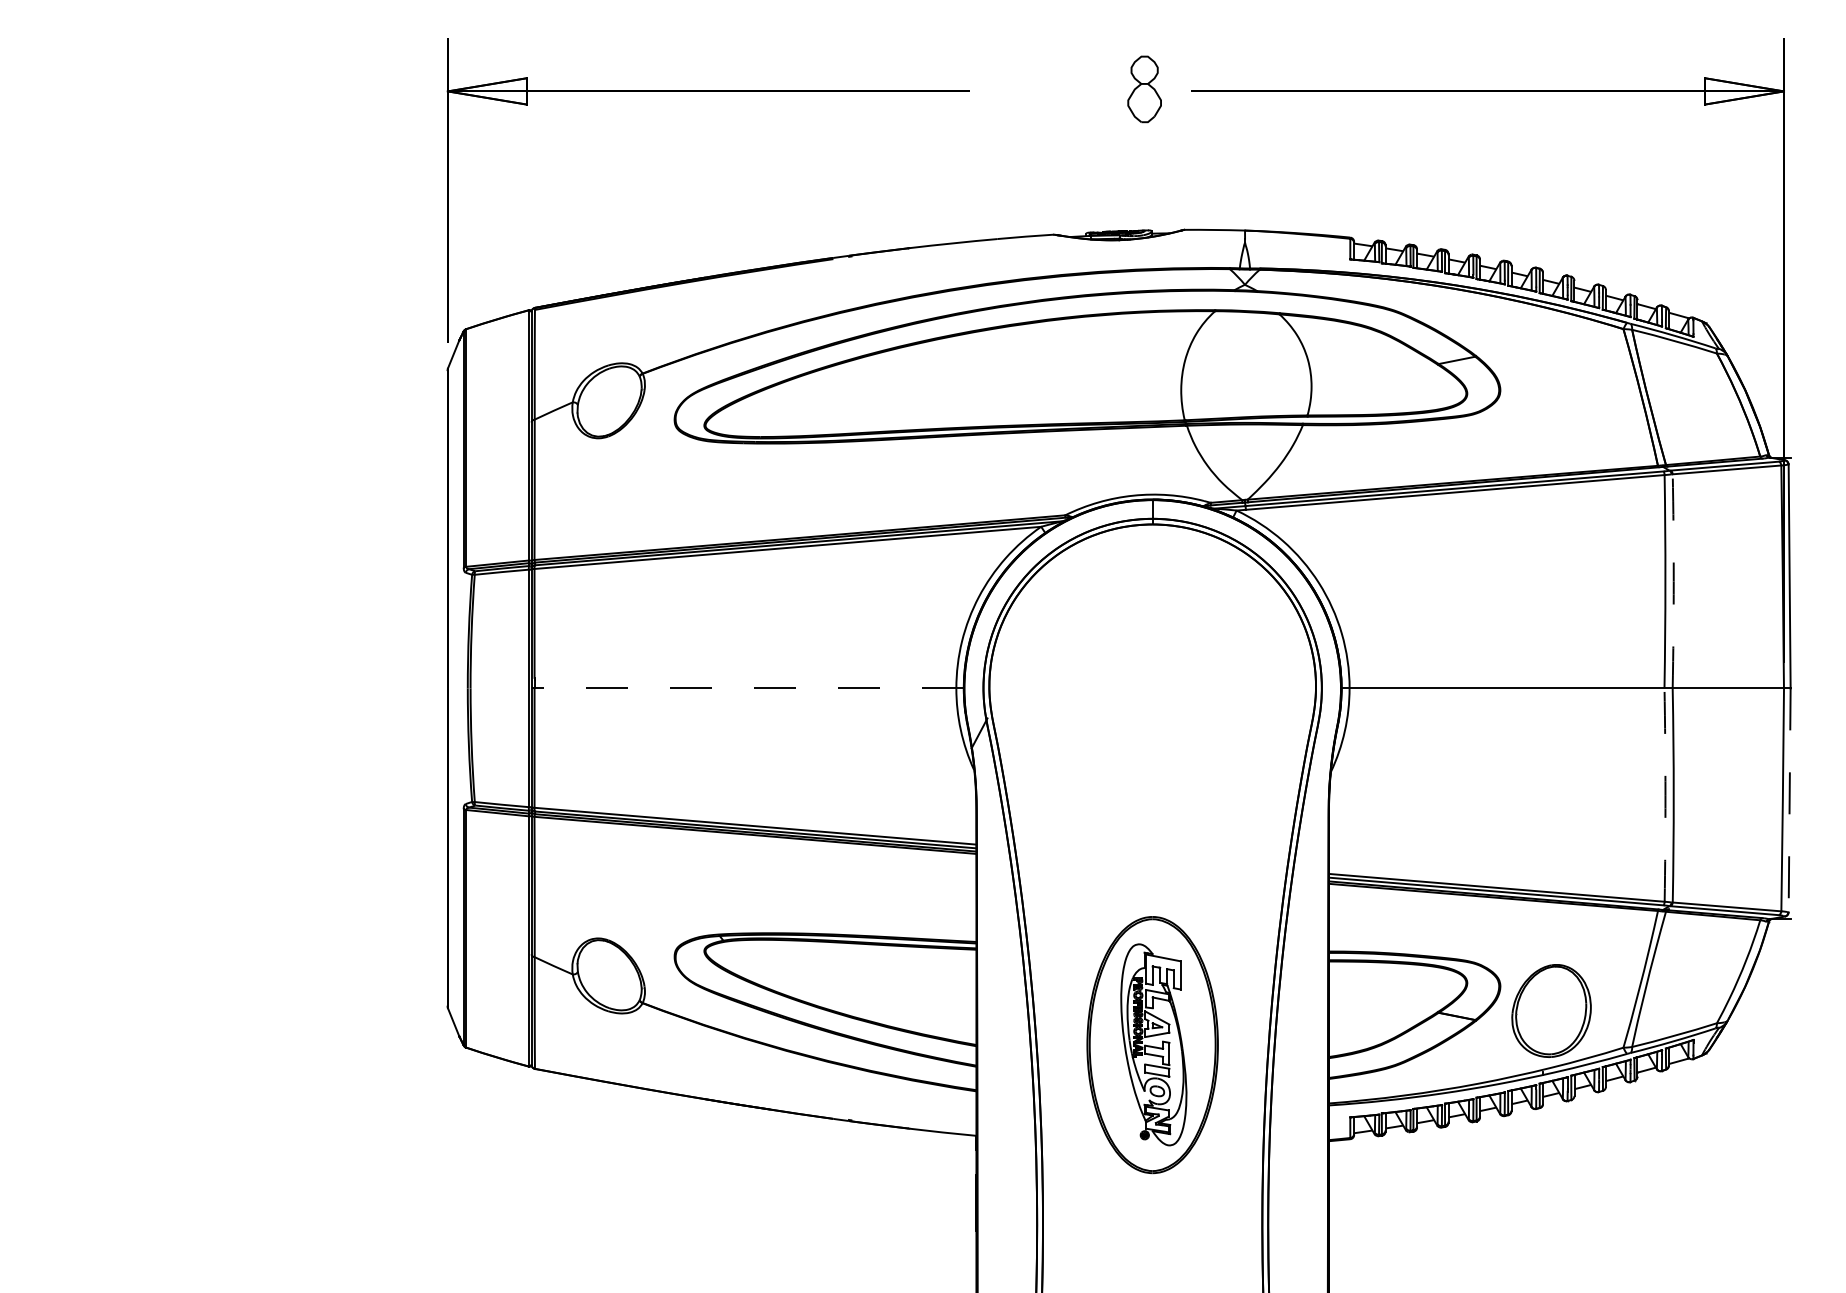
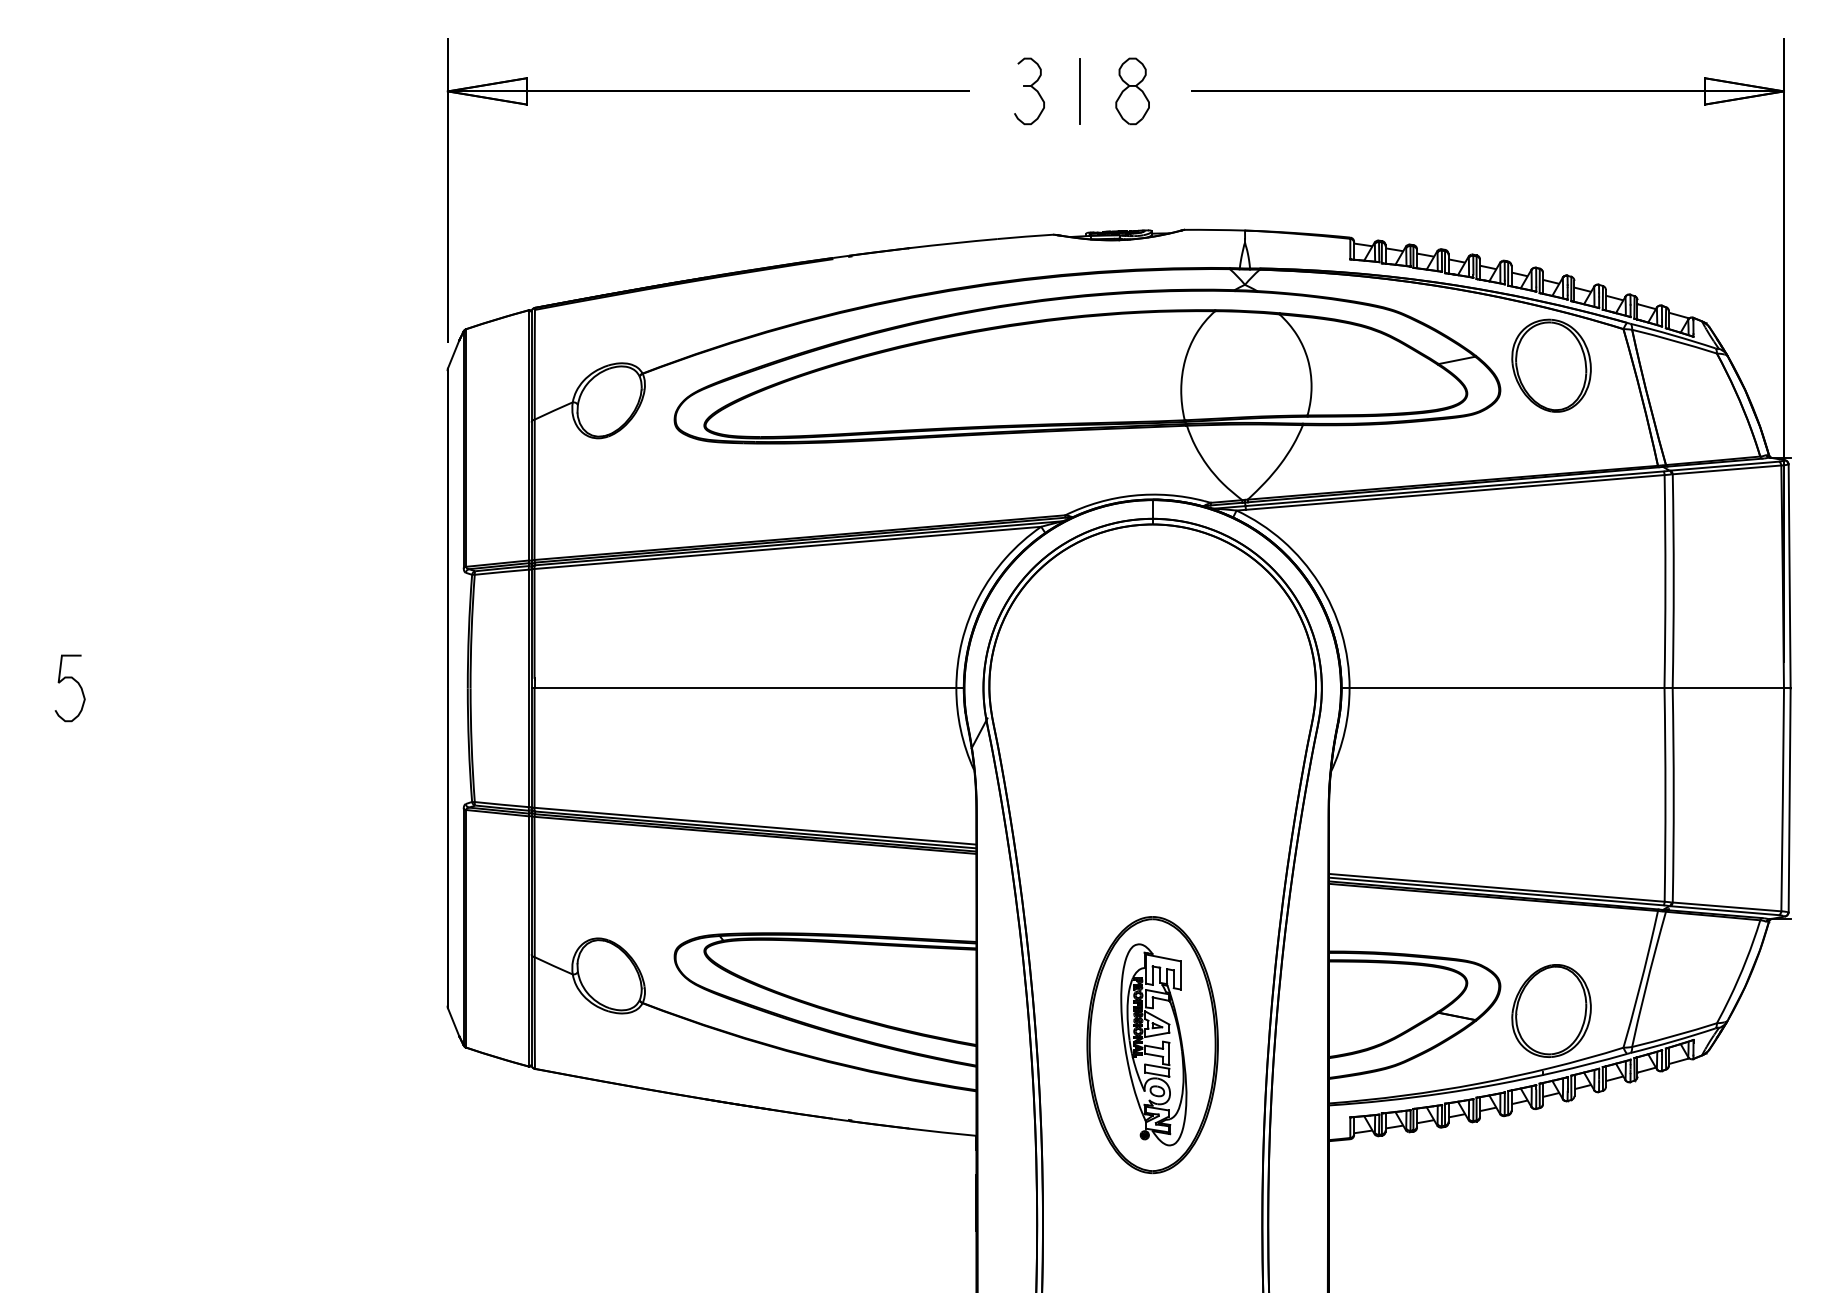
part at (1144, 89) position: (1144, 89) -> (1132, 91)
part at (1029, 91): none -> present
line at (1080, 91): none -> present
part at (1551, 365): none -> present
arc at (1673, 581): dashed -> solid
curve at (73, 680): none -> present
line at (747, 688): dashed -> solid
arc at (1665, 795): dashed -> solid
line at (1789, 800): dashed -> solid
